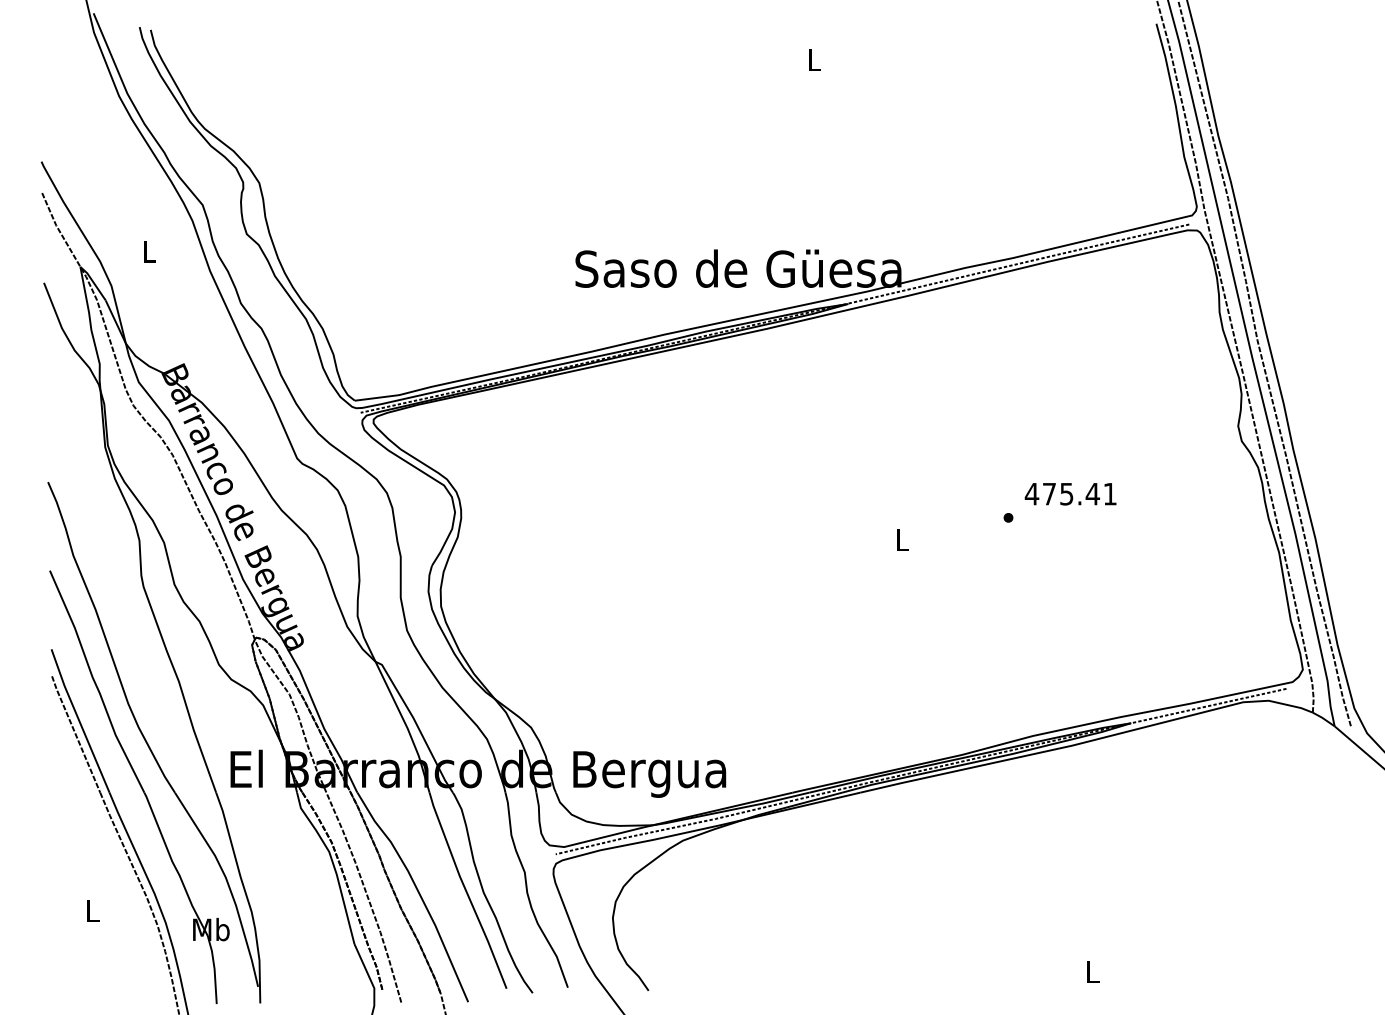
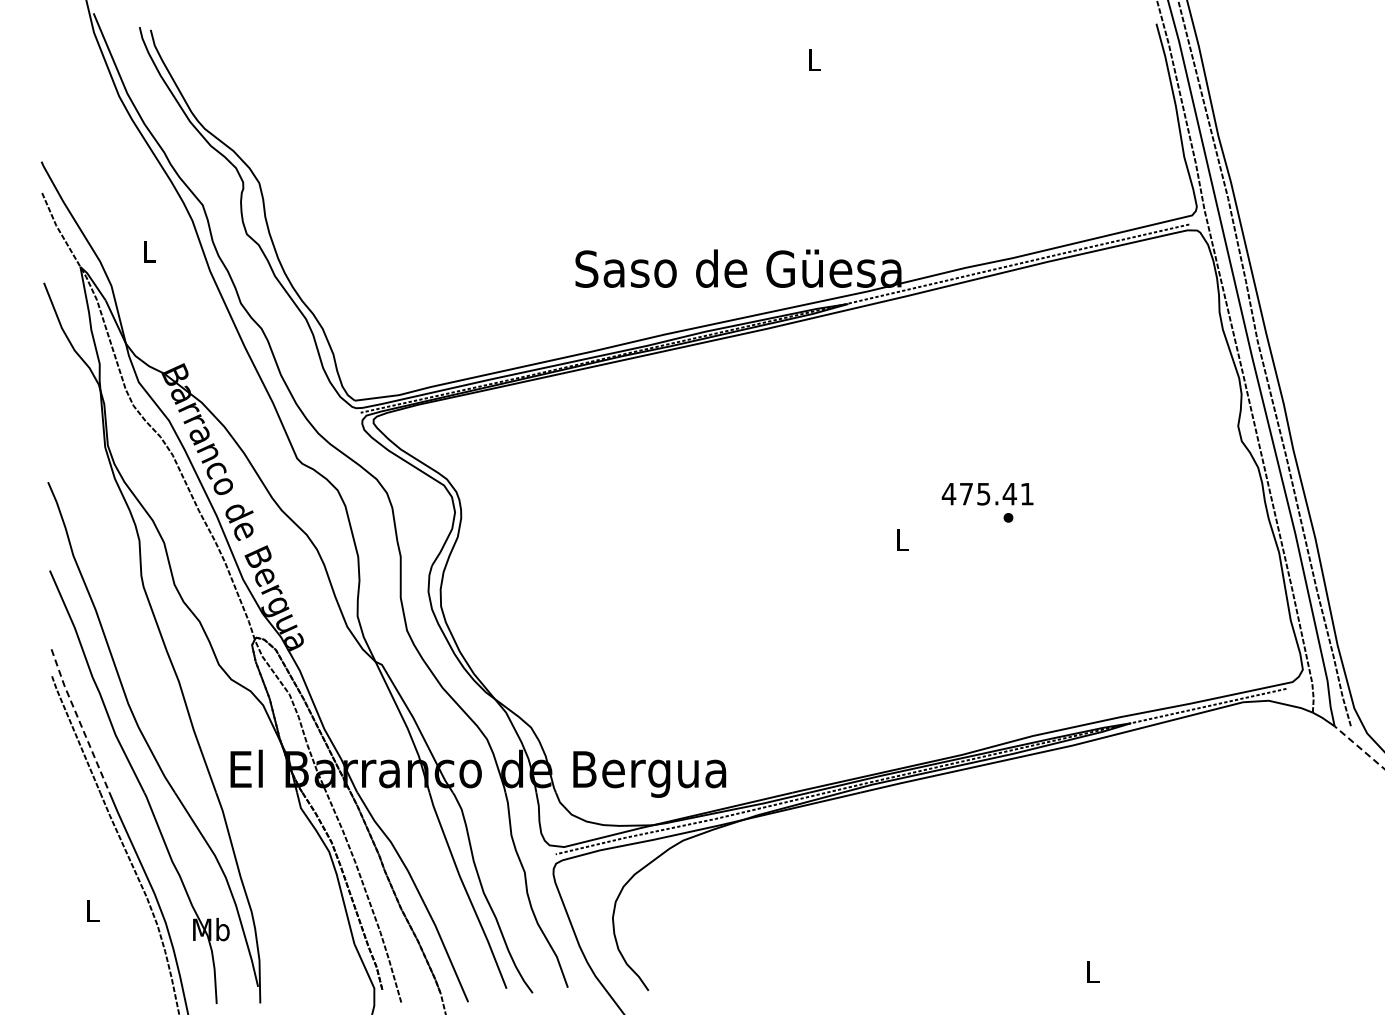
text at (1070, 494) position: (1070, 494) -> (987, 494)
line at (79, 720): solid -> dashed
line at (1359, 747): solid -> dashed
